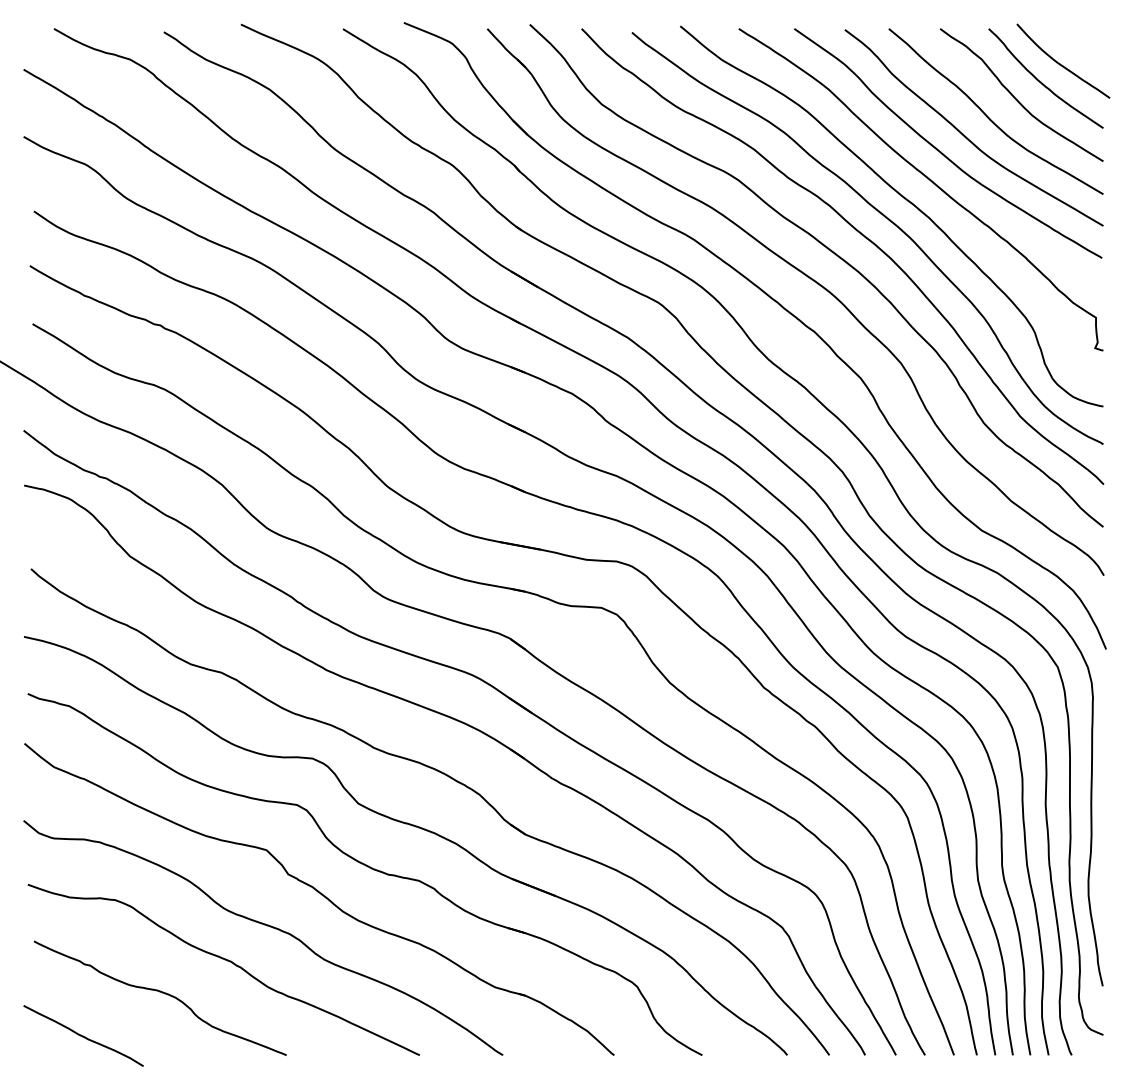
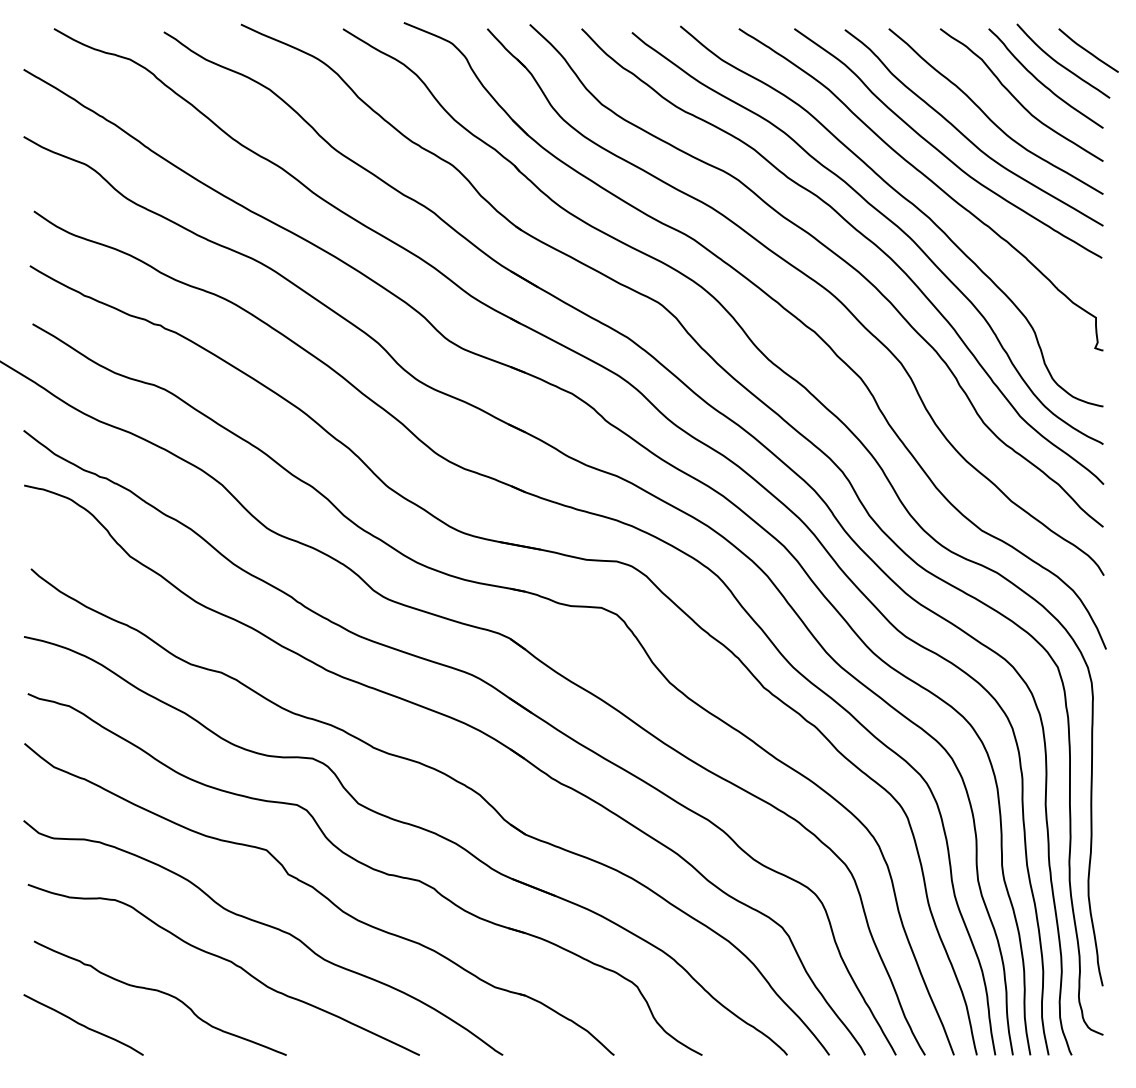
curve at (1088, 50): none -> present
curve at (83, 1035) position: (83, 1035) -> (83, 1024)
